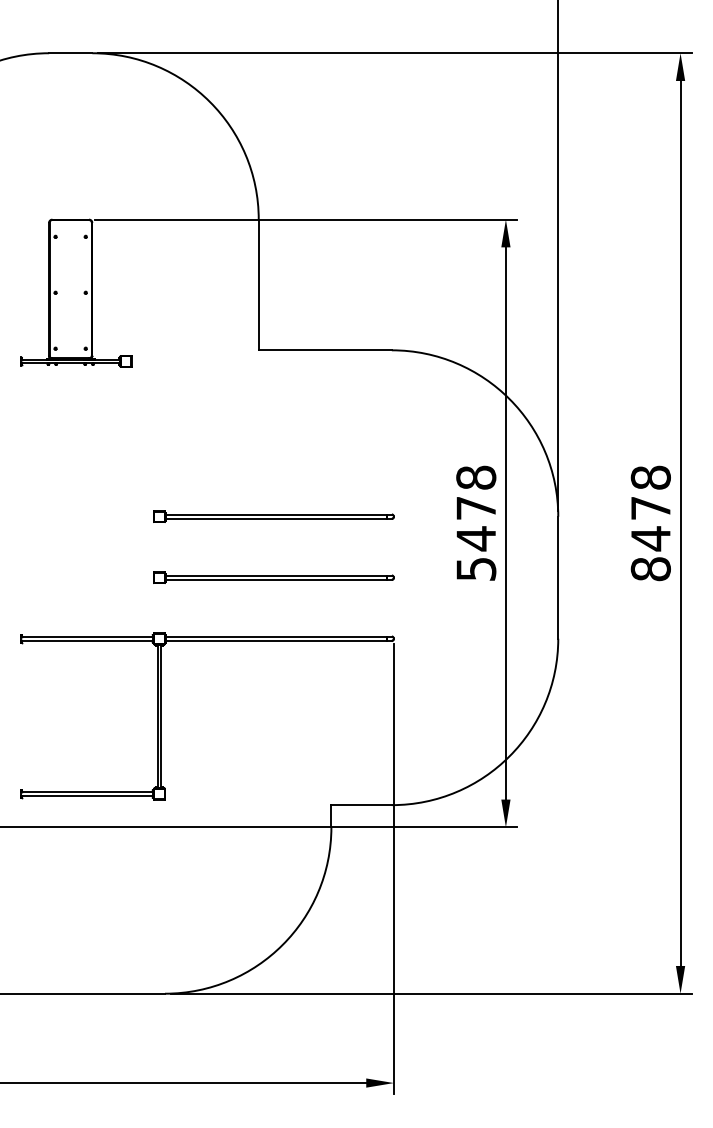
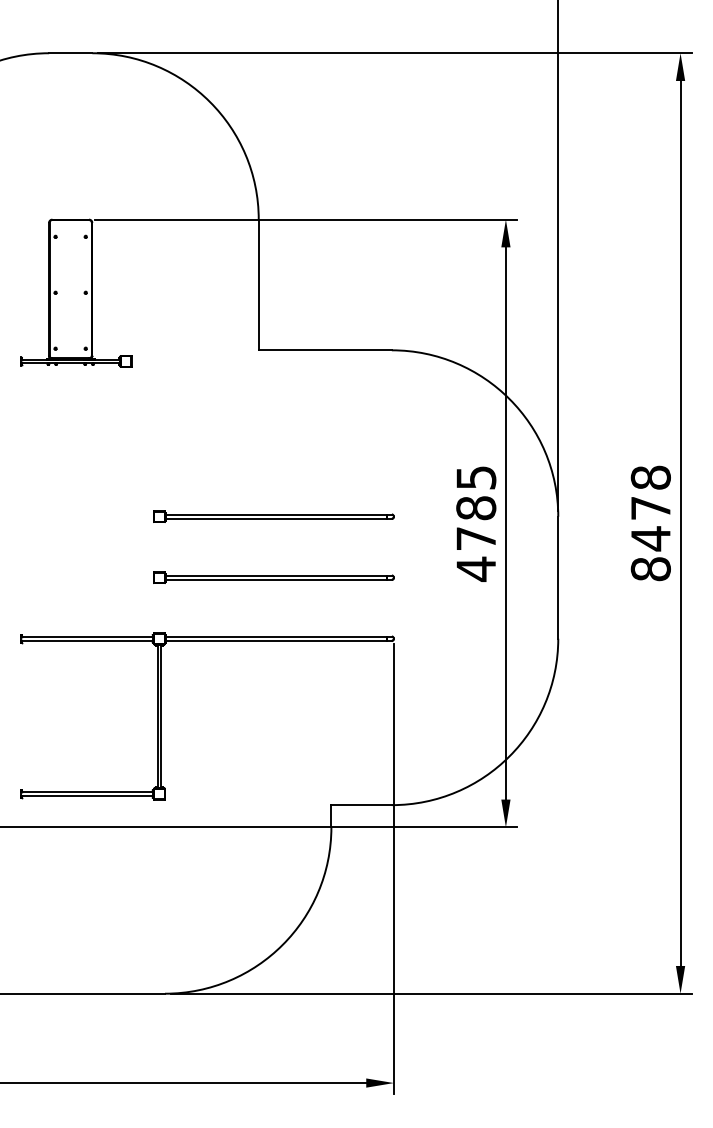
text at (476, 523): 5478 -> 4785
